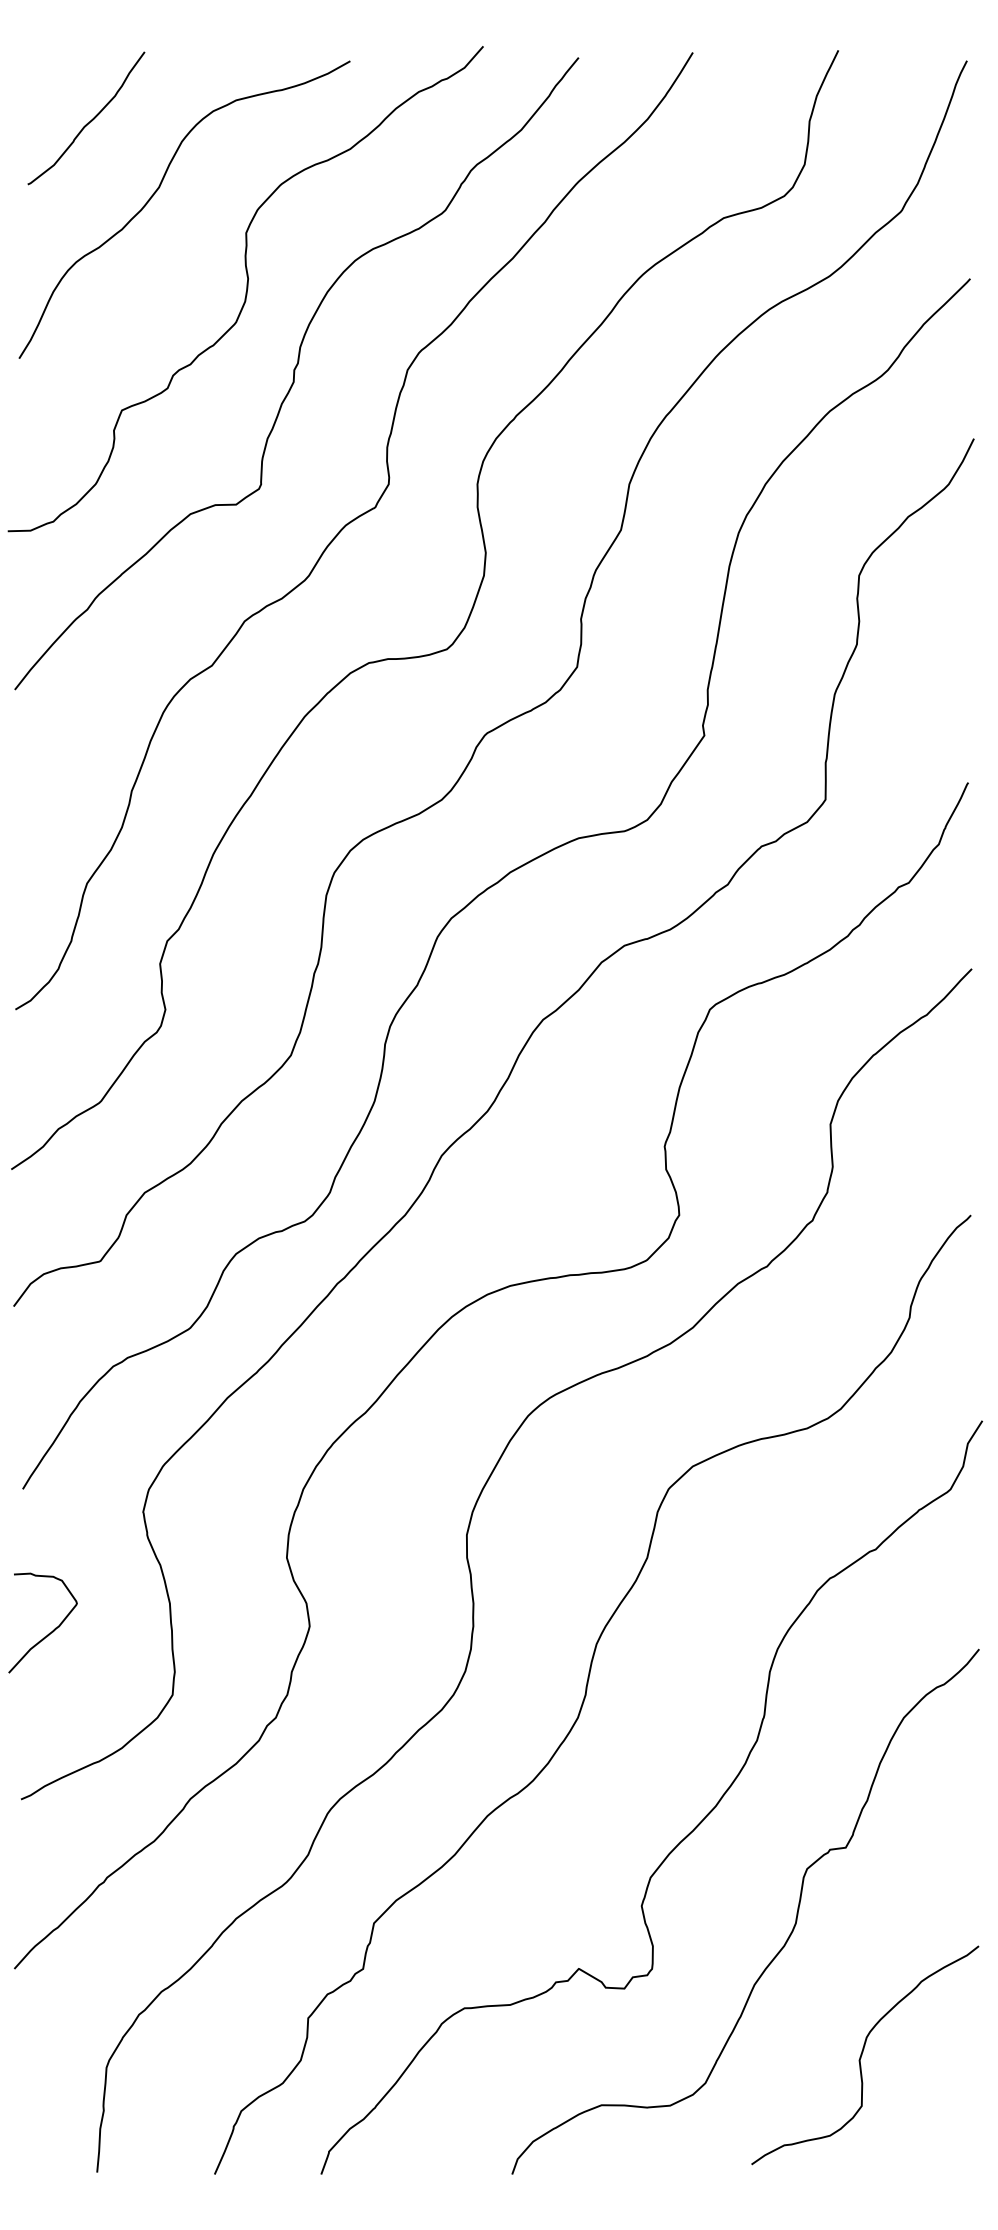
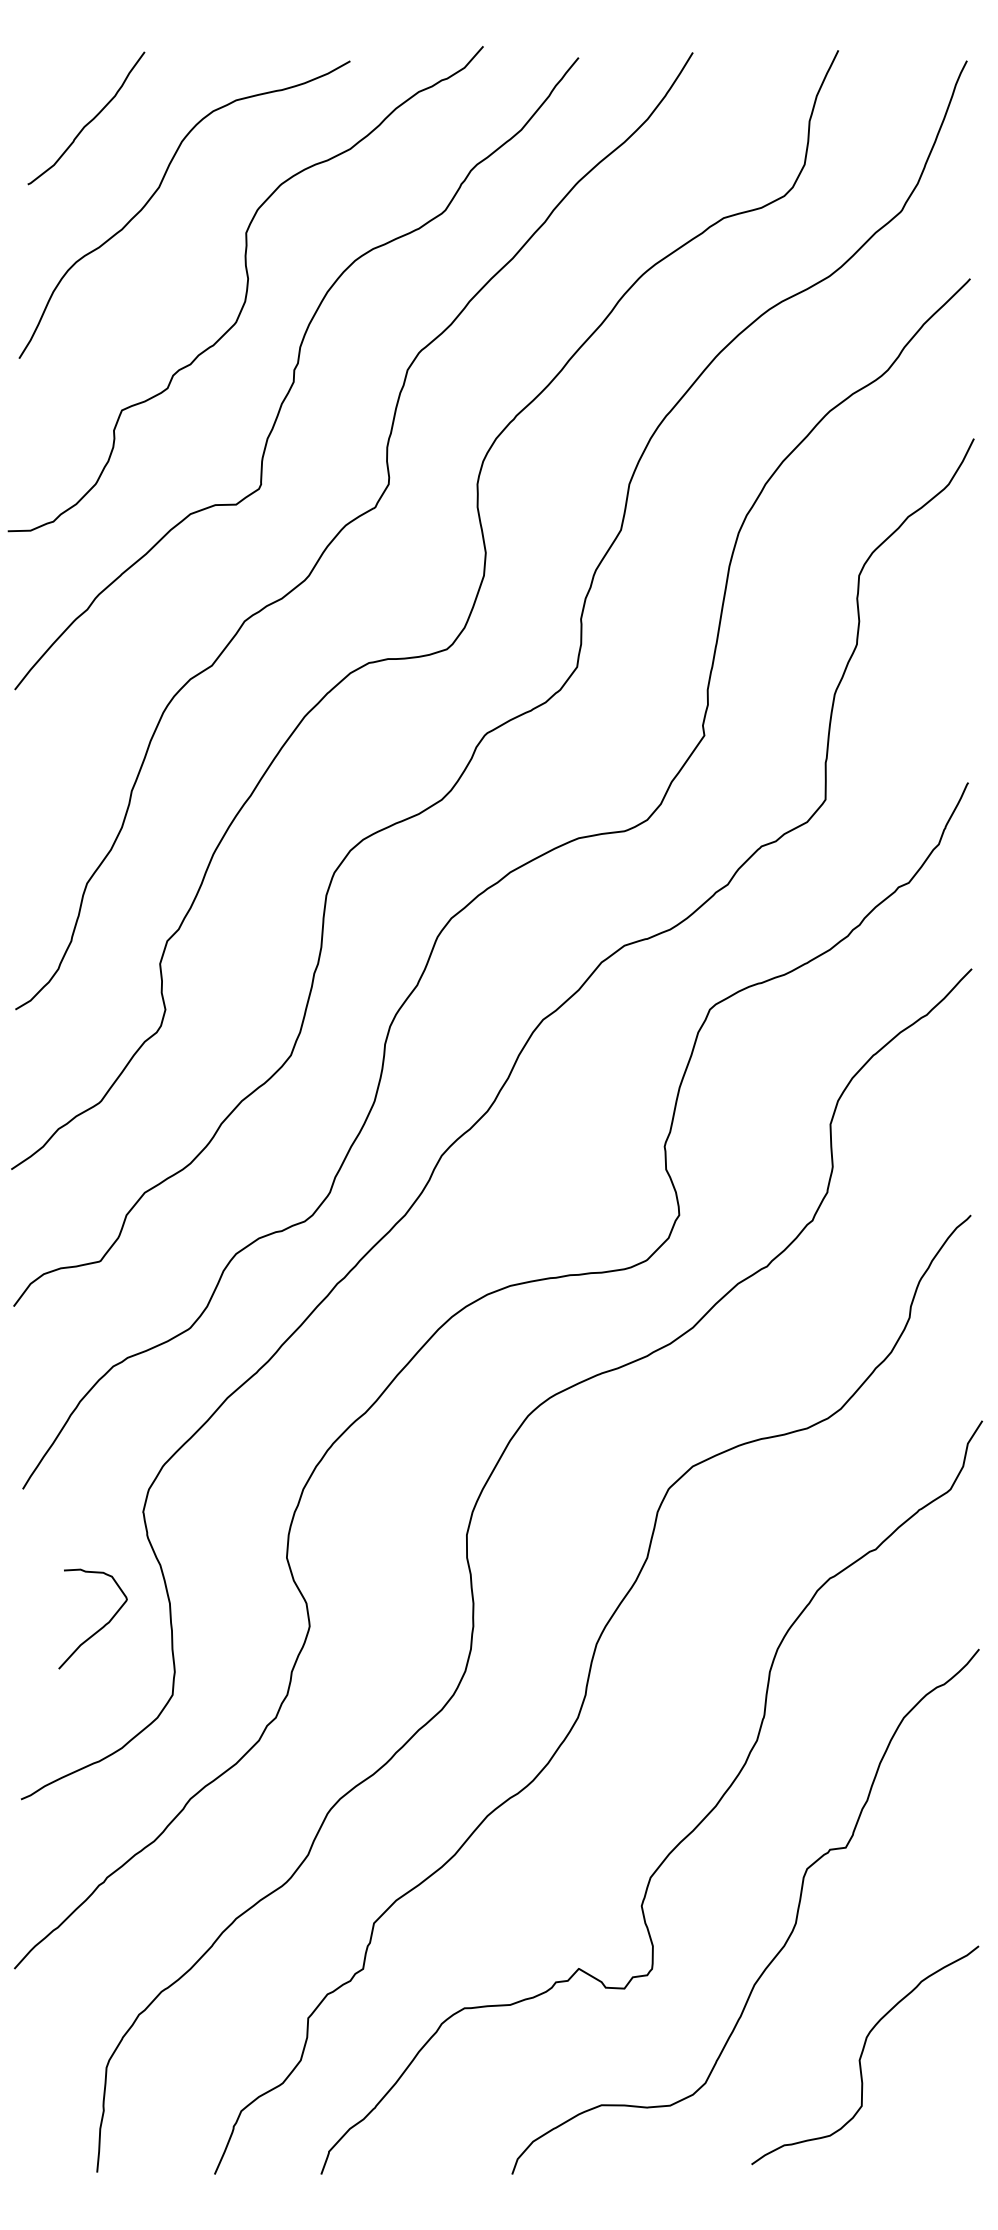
curve at (48, 1633) position: (48, 1633) -> (98, 1629)
